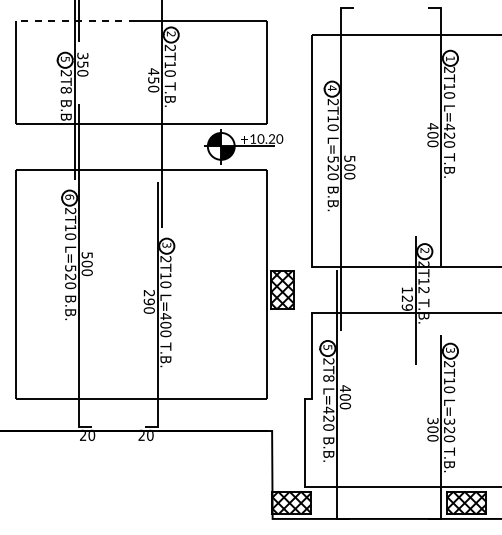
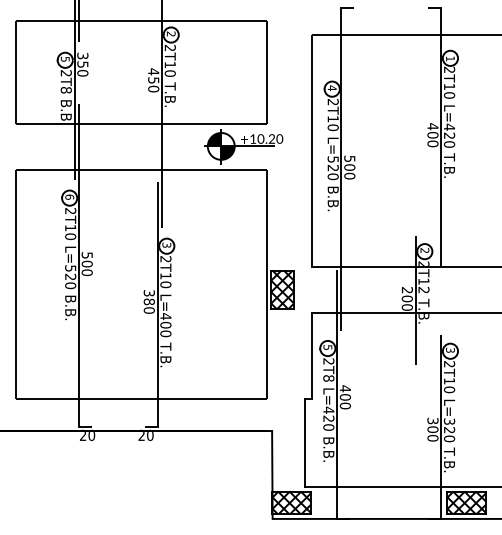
line at (75, 20): dashed -> solid
text at (148, 297): 290 -> 380
text at (406, 298): 129 -> 200
